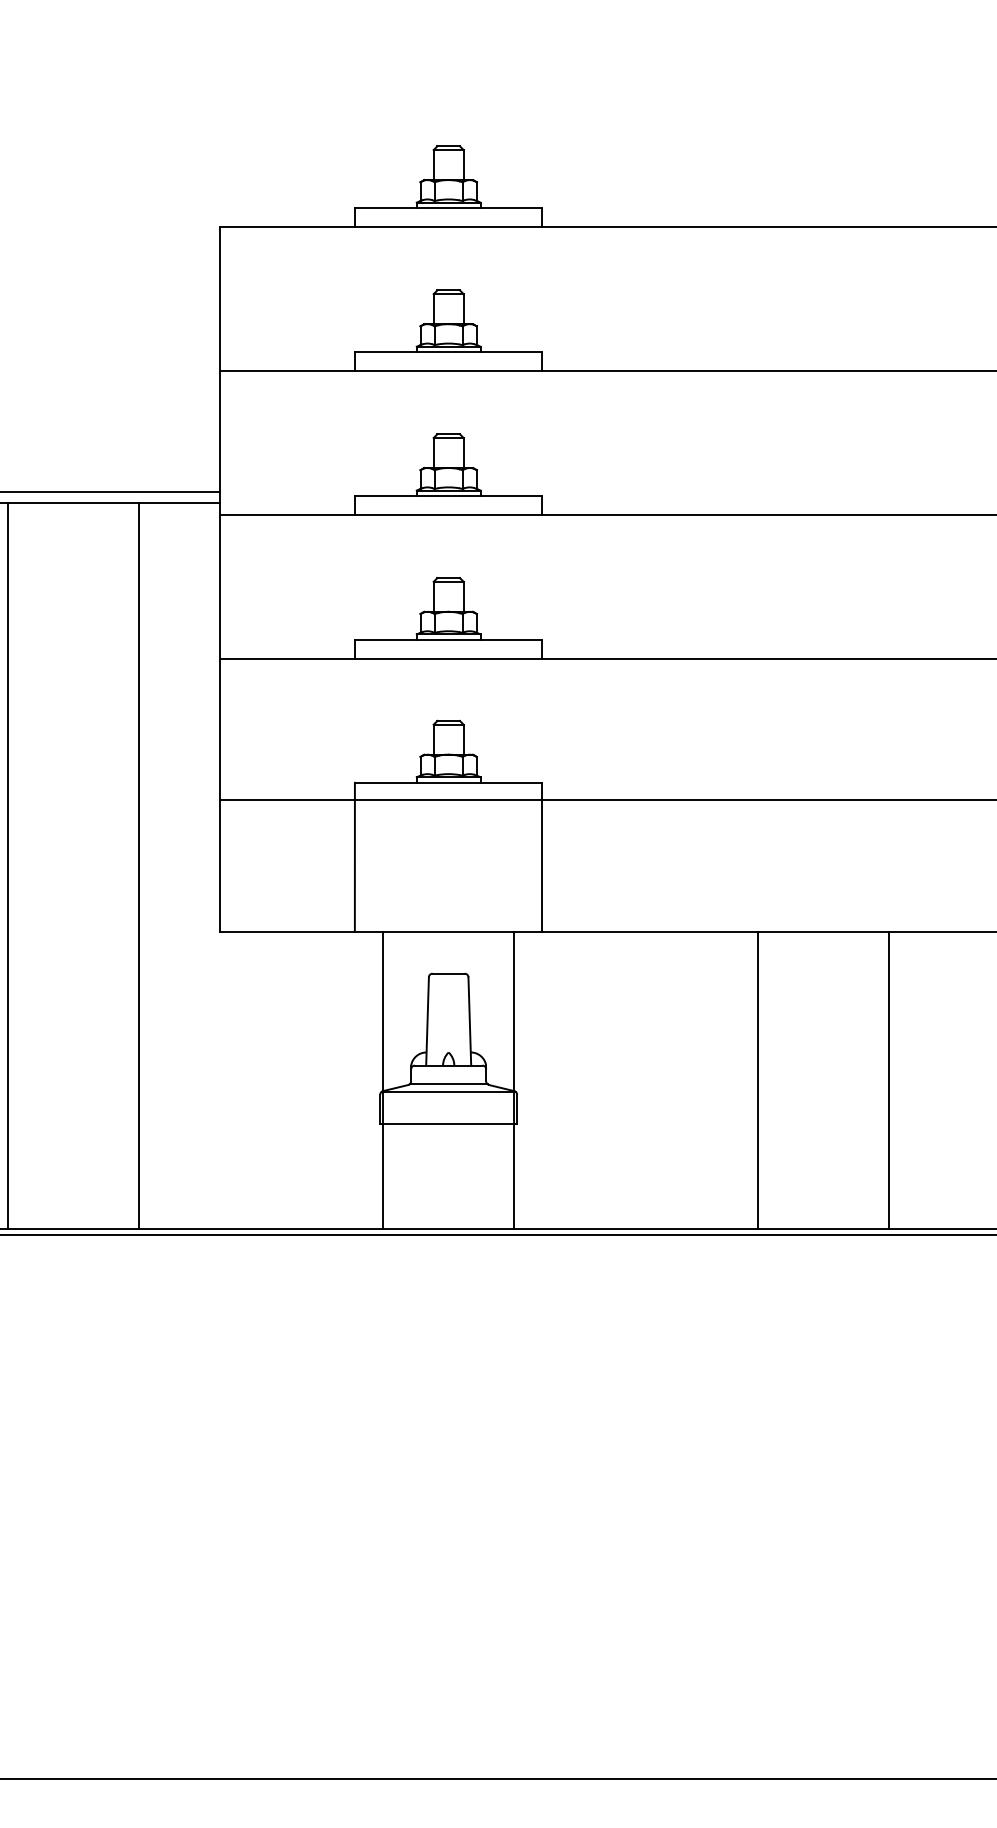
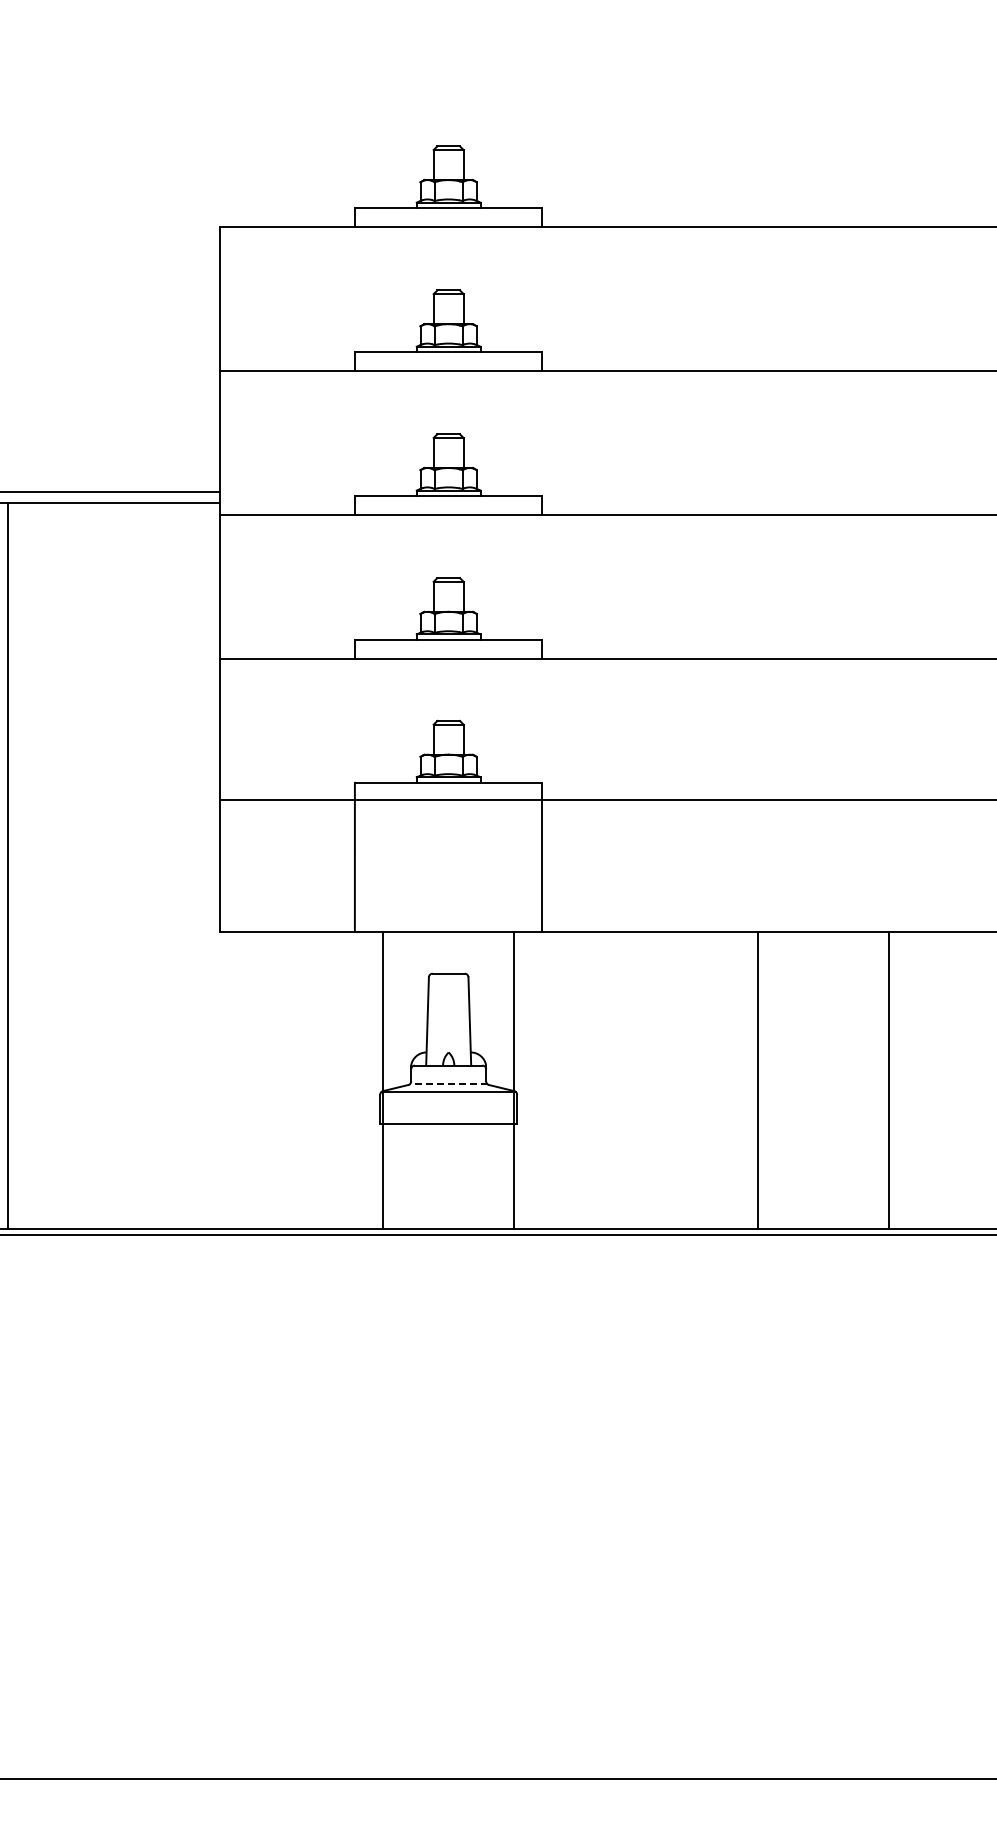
line at (139, 865): present -> none
line at (448, 1084): solid -> dashed
